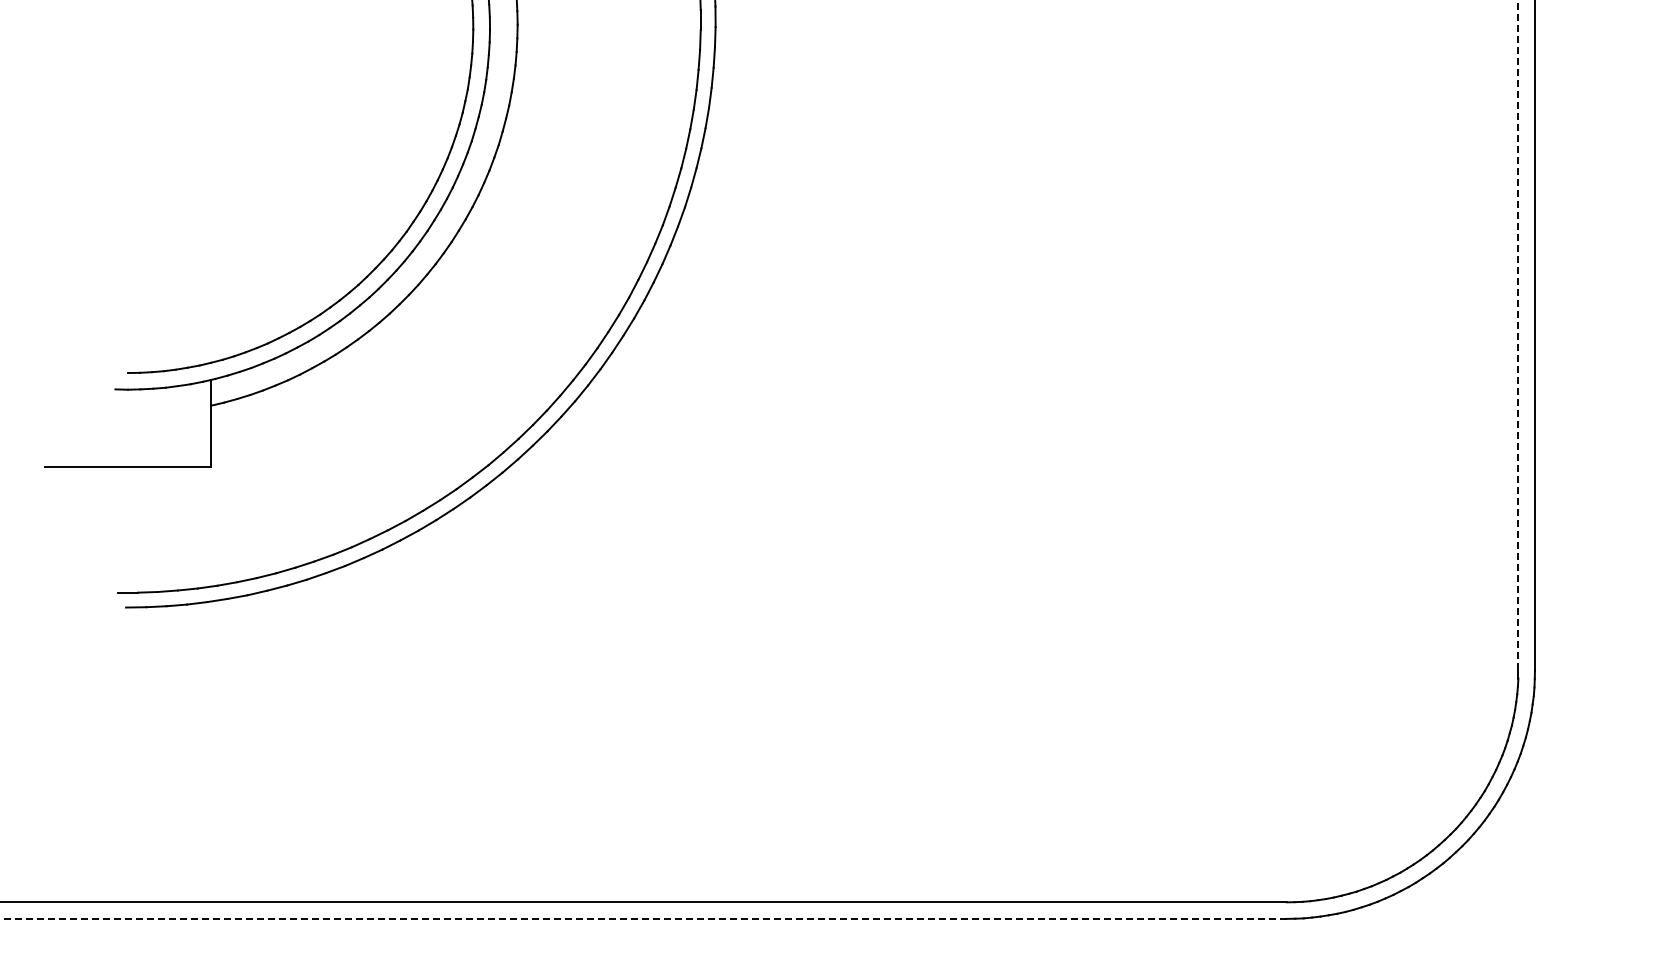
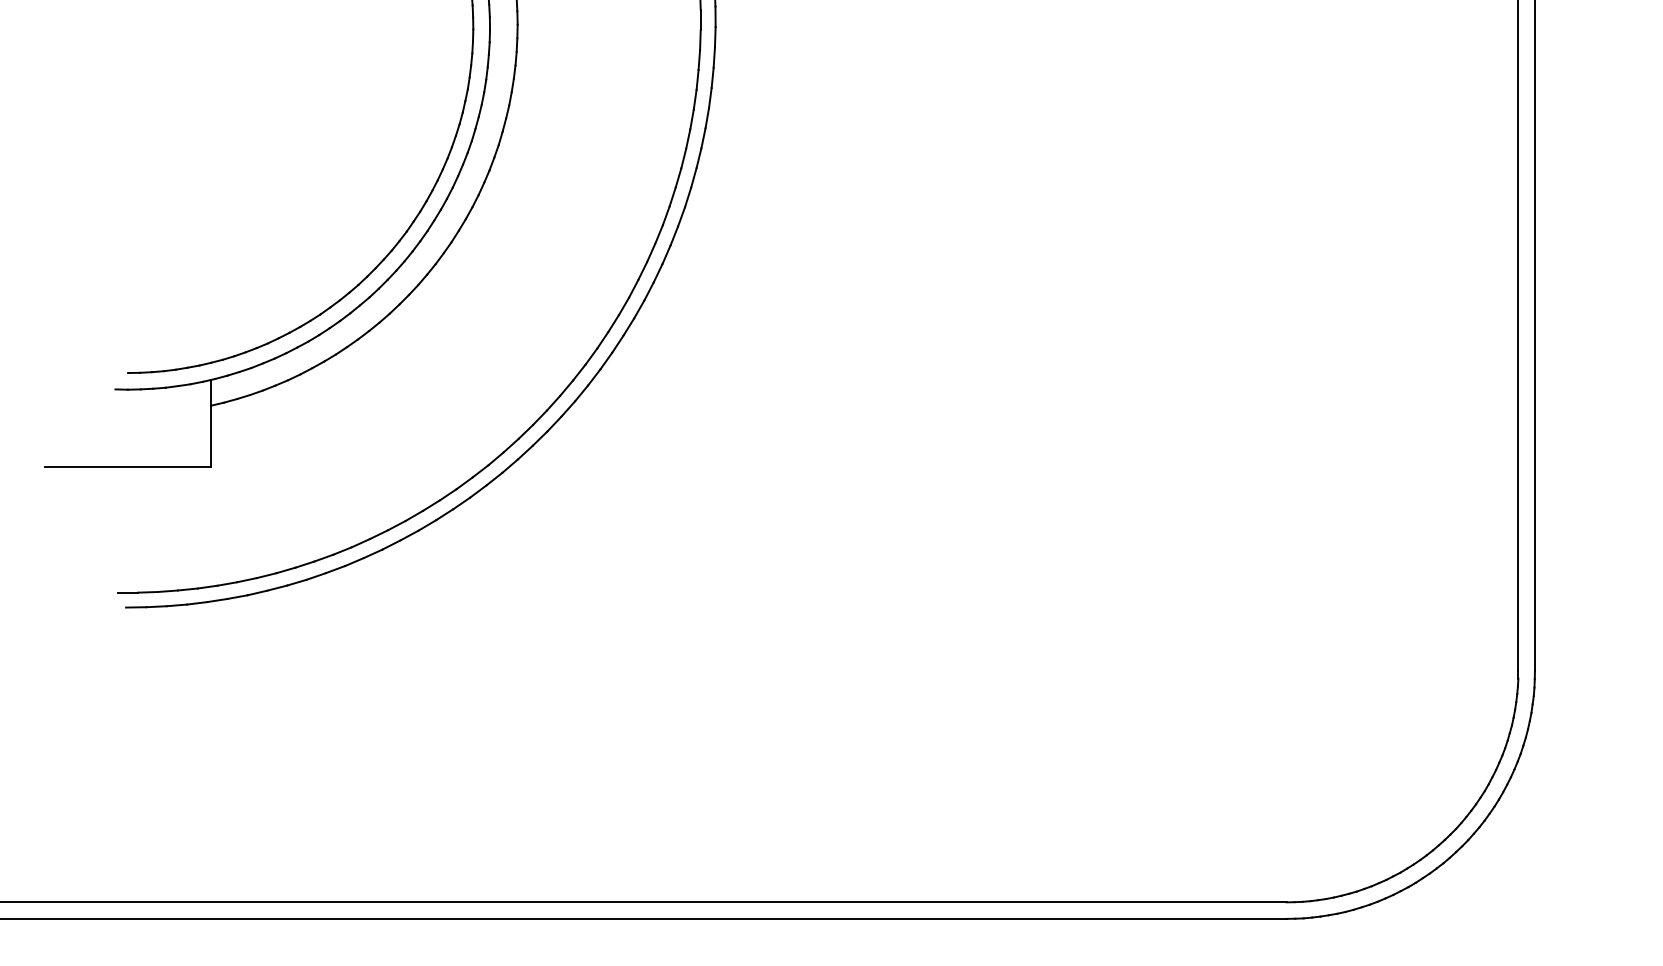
line at (1518, 335): dashed -> solid
line at (642, 918): dashed -> solid
